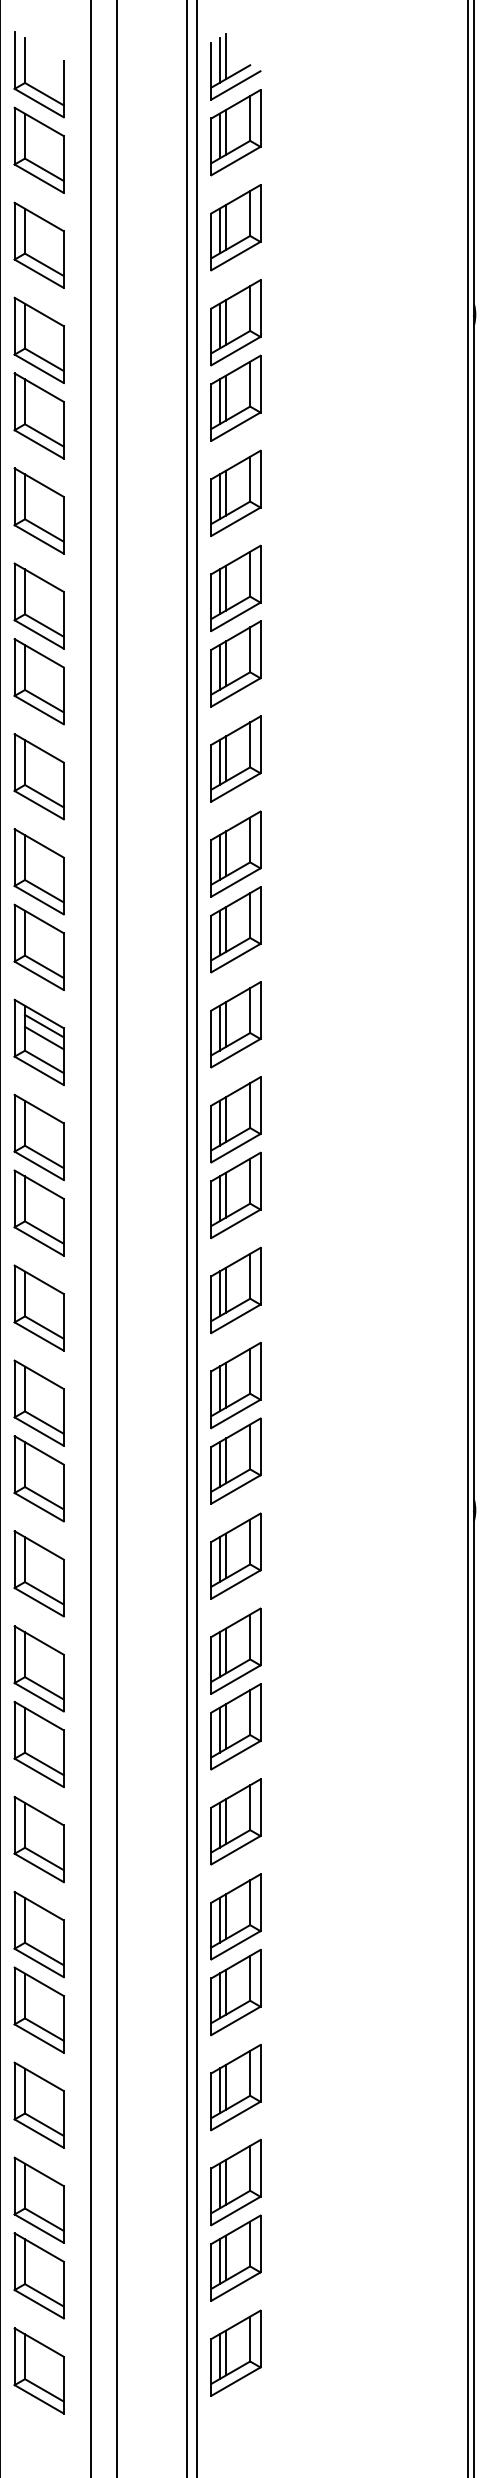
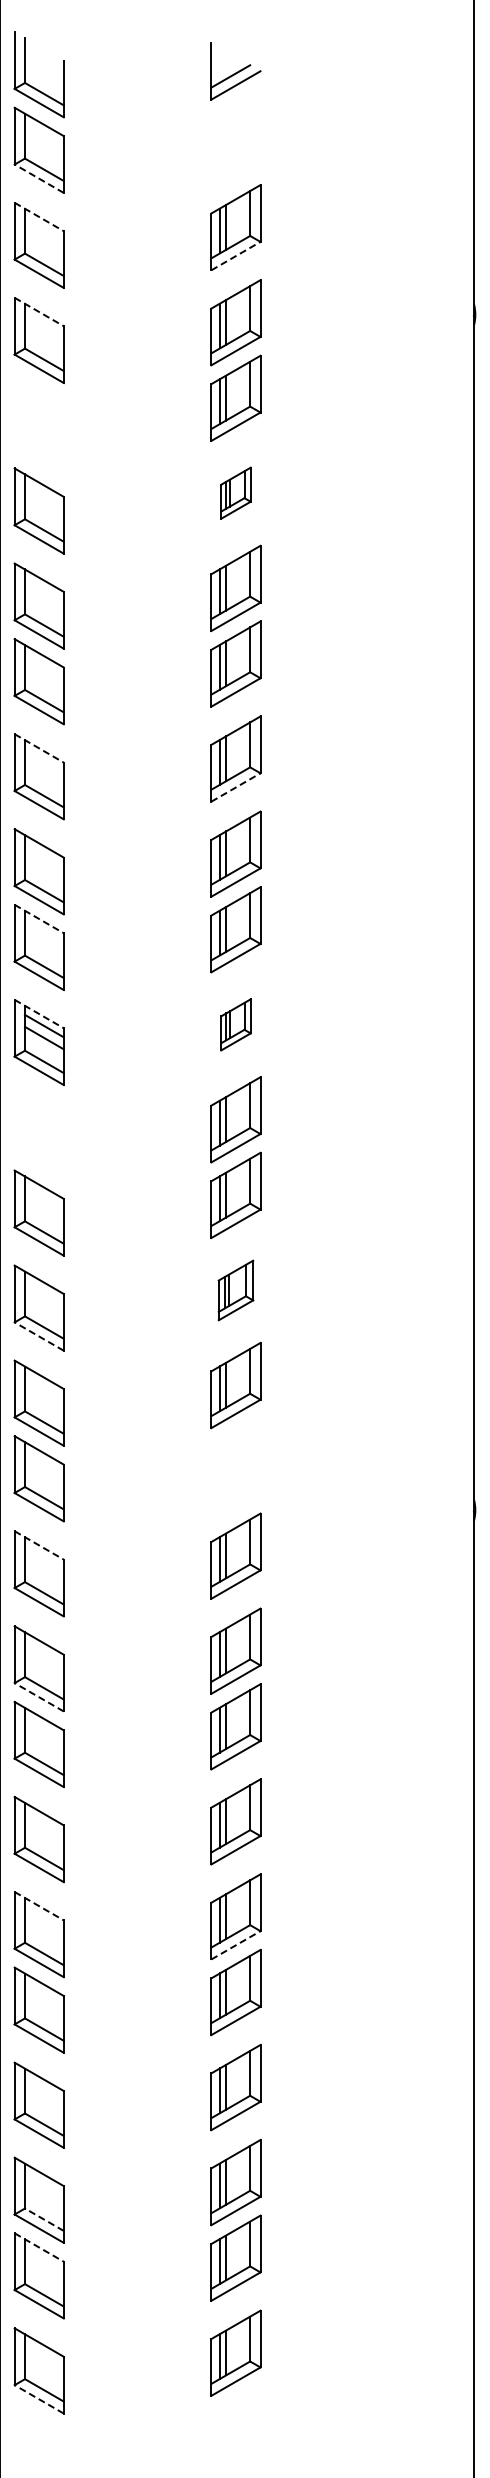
line at (226, 56): present -> none
line at (219, 59): present -> none
part at (235, 132): present -> none
line at (38, 178): solid -> dashed
line at (39, 217): solid -> dashed
line at (236, 255): solid -> dashed
line at (39, 312): solid -> dashed
part at (38, 415): present -> none
part at (235, 492) size: 52x88 px -> 32x54 px
line at (39, 748): solid -> dashed
line at (236, 787): solid -> dashed
line at (39, 919): solid -> dashed
line at (39, 1014): solid -> dashed
part at (235, 1024) size: 52x88 px -> 32x54 px
part at (38, 1136): present -> none
line at (90, 1238): present -> none
line at (117, 1238): present -> none
line at (186, 1238): present -> none
line at (197, 1238): present -> none
line at (468, 1238): present -> none
part at (235, 1290) size: 52x89 px -> 38x63 px
line at (38, 1336): solid -> dashed
part at (235, 1460): present -> none
line at (39, 1545): solid -> dashed
line at (38, 1697): solid -> dashed
line at (39, 1906): solid -> dashed
line at (236, 1945): solid -> dashed
line at (43, 2219): solid -> dashed
line at (39, 2247): solid -> dashed
line at (38, 2399): solid -> dashed
